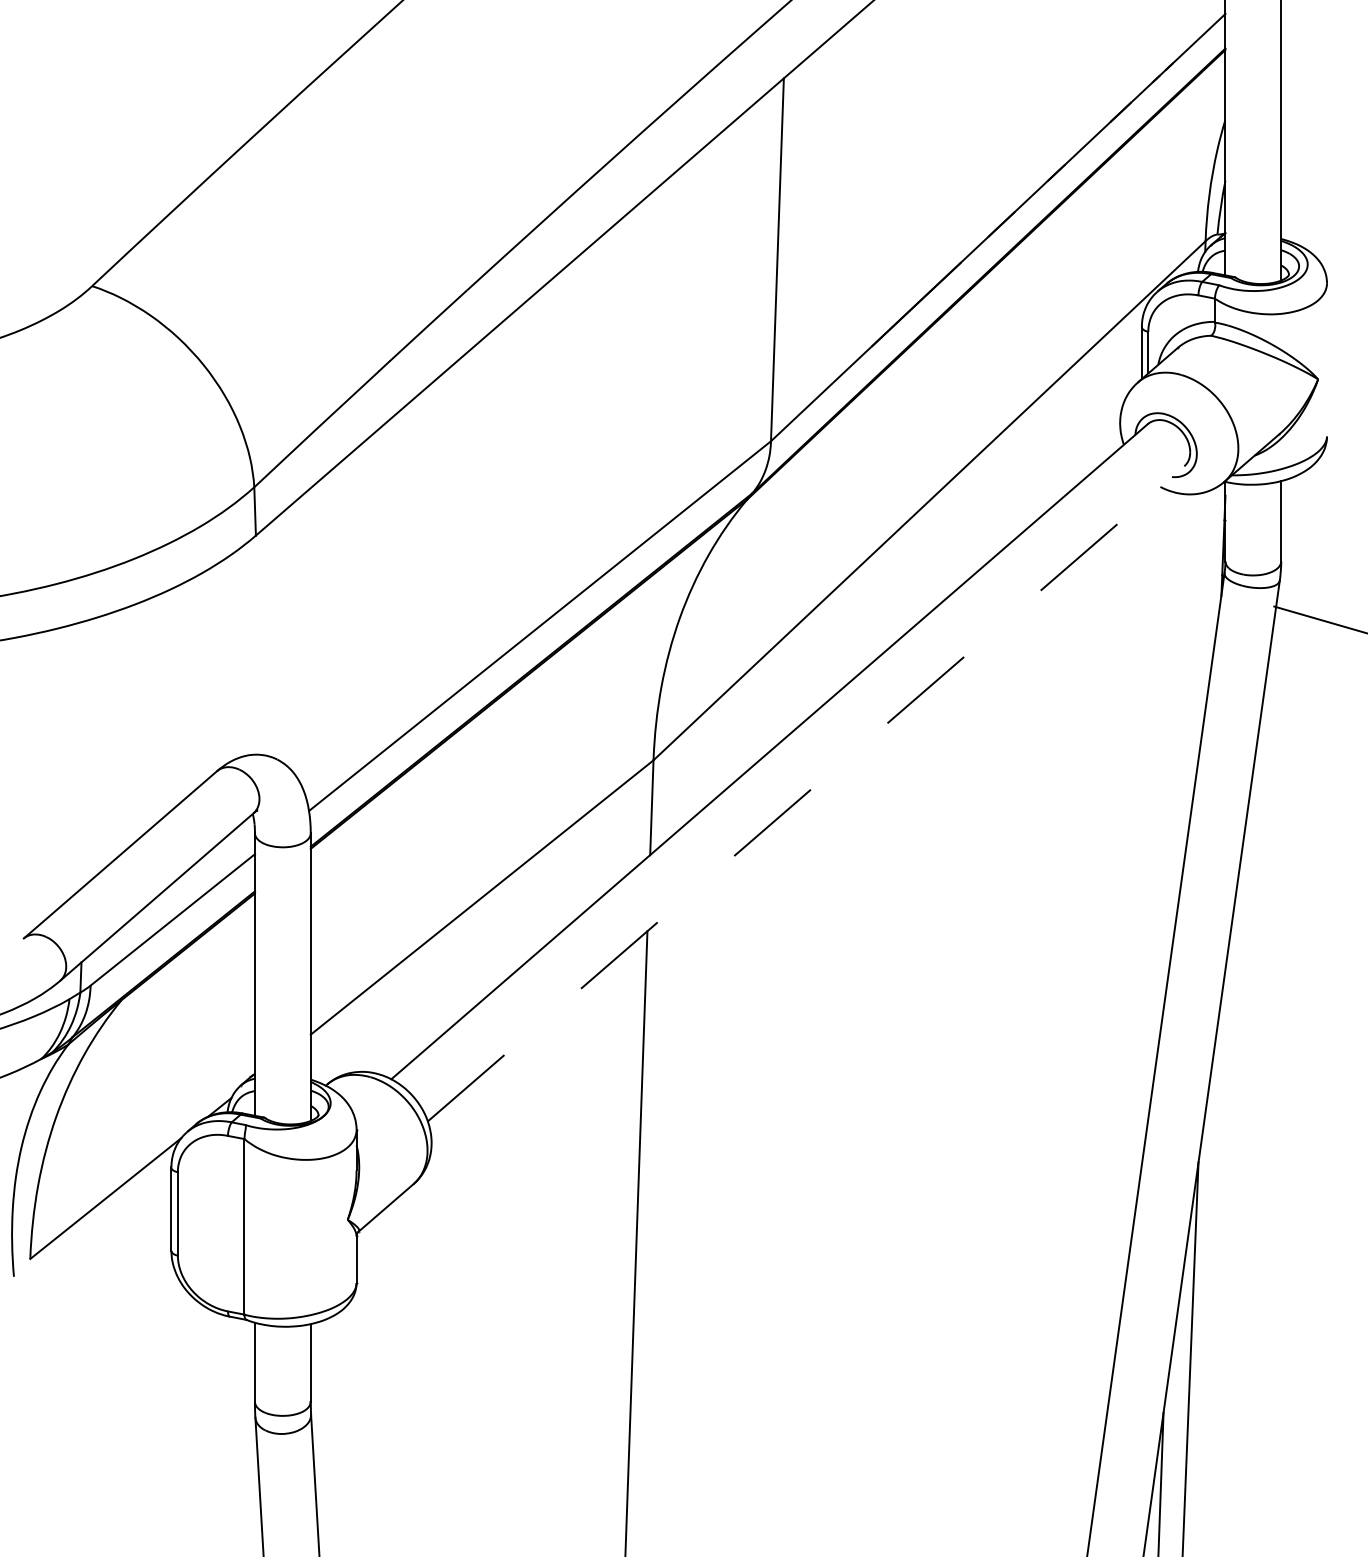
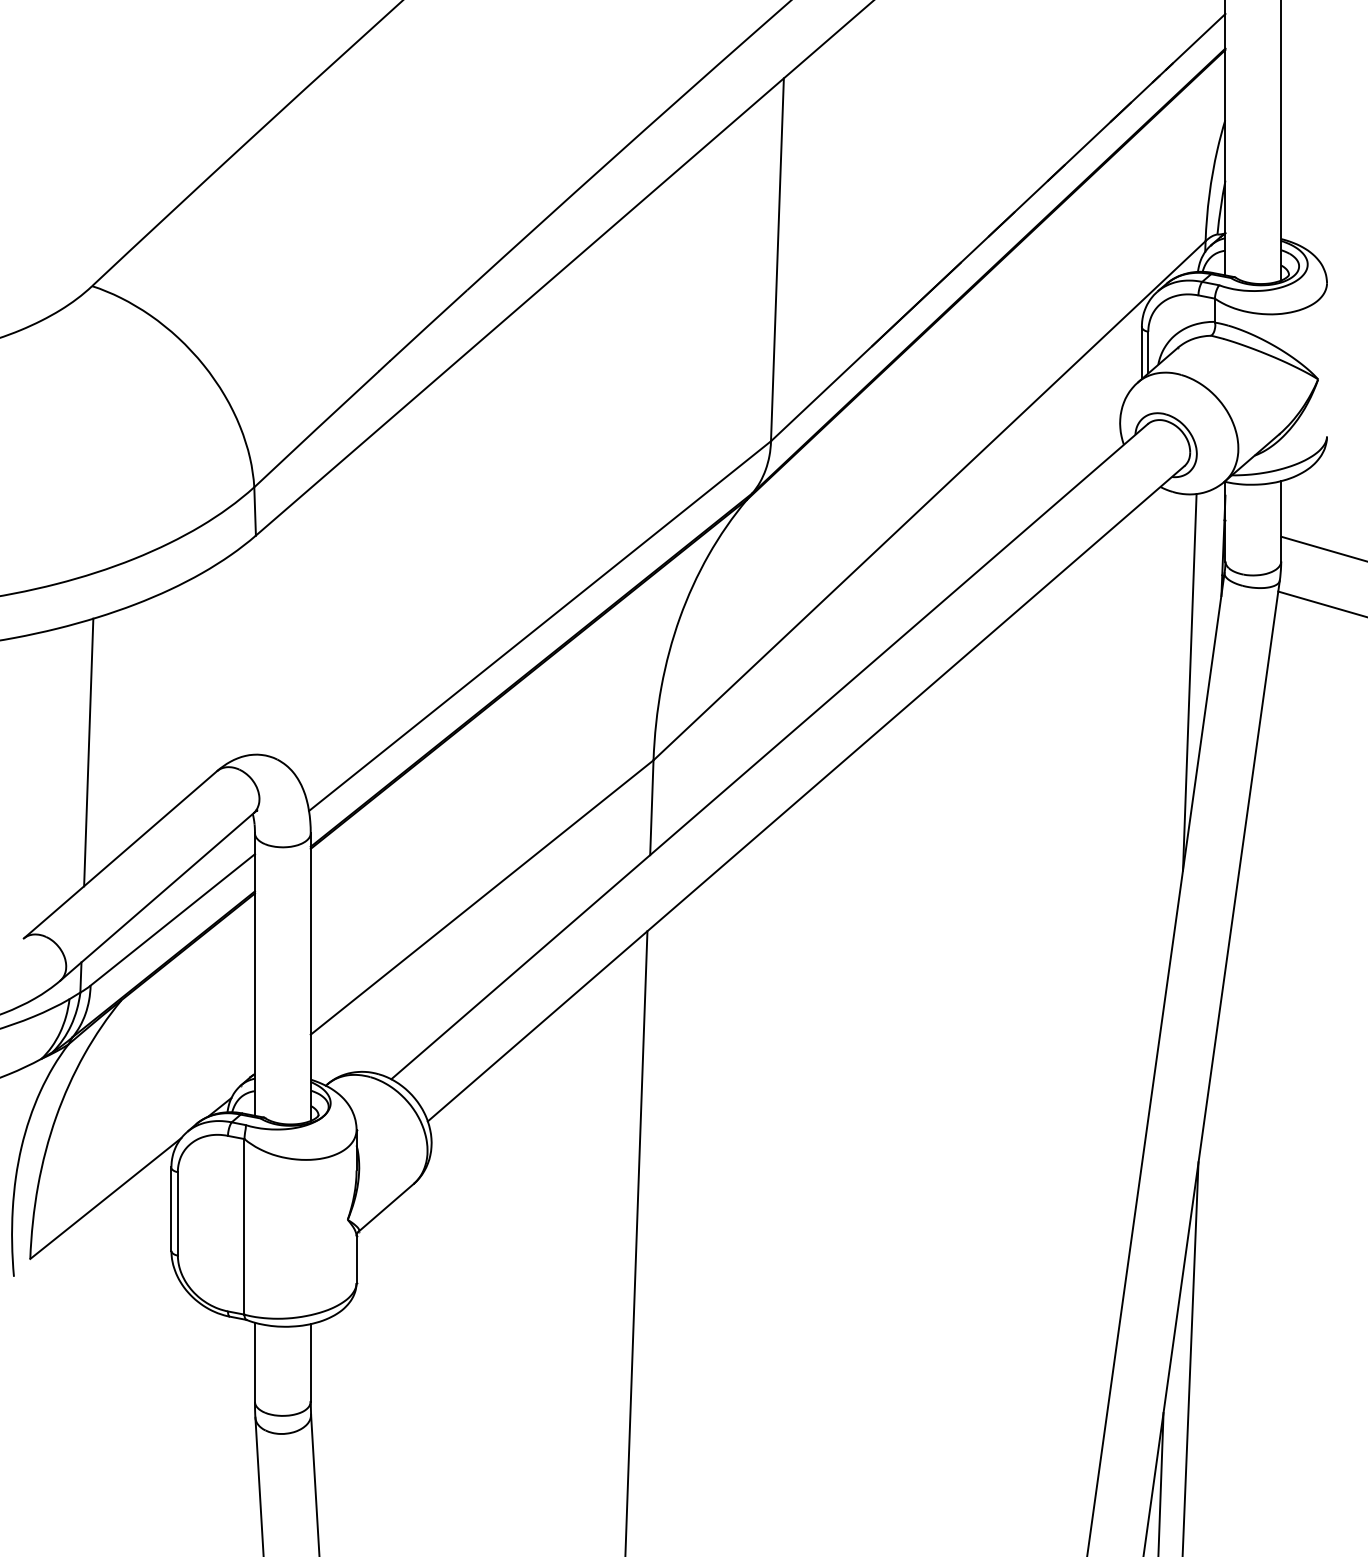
line at (1322, 548): none -> present
line at (1319, 619) position: (1319, 619) -> (1321, 603)
line at (1189, 681): none -> present
line at (88, 752): none -> present
line at (806, 793): dashed -> solid
